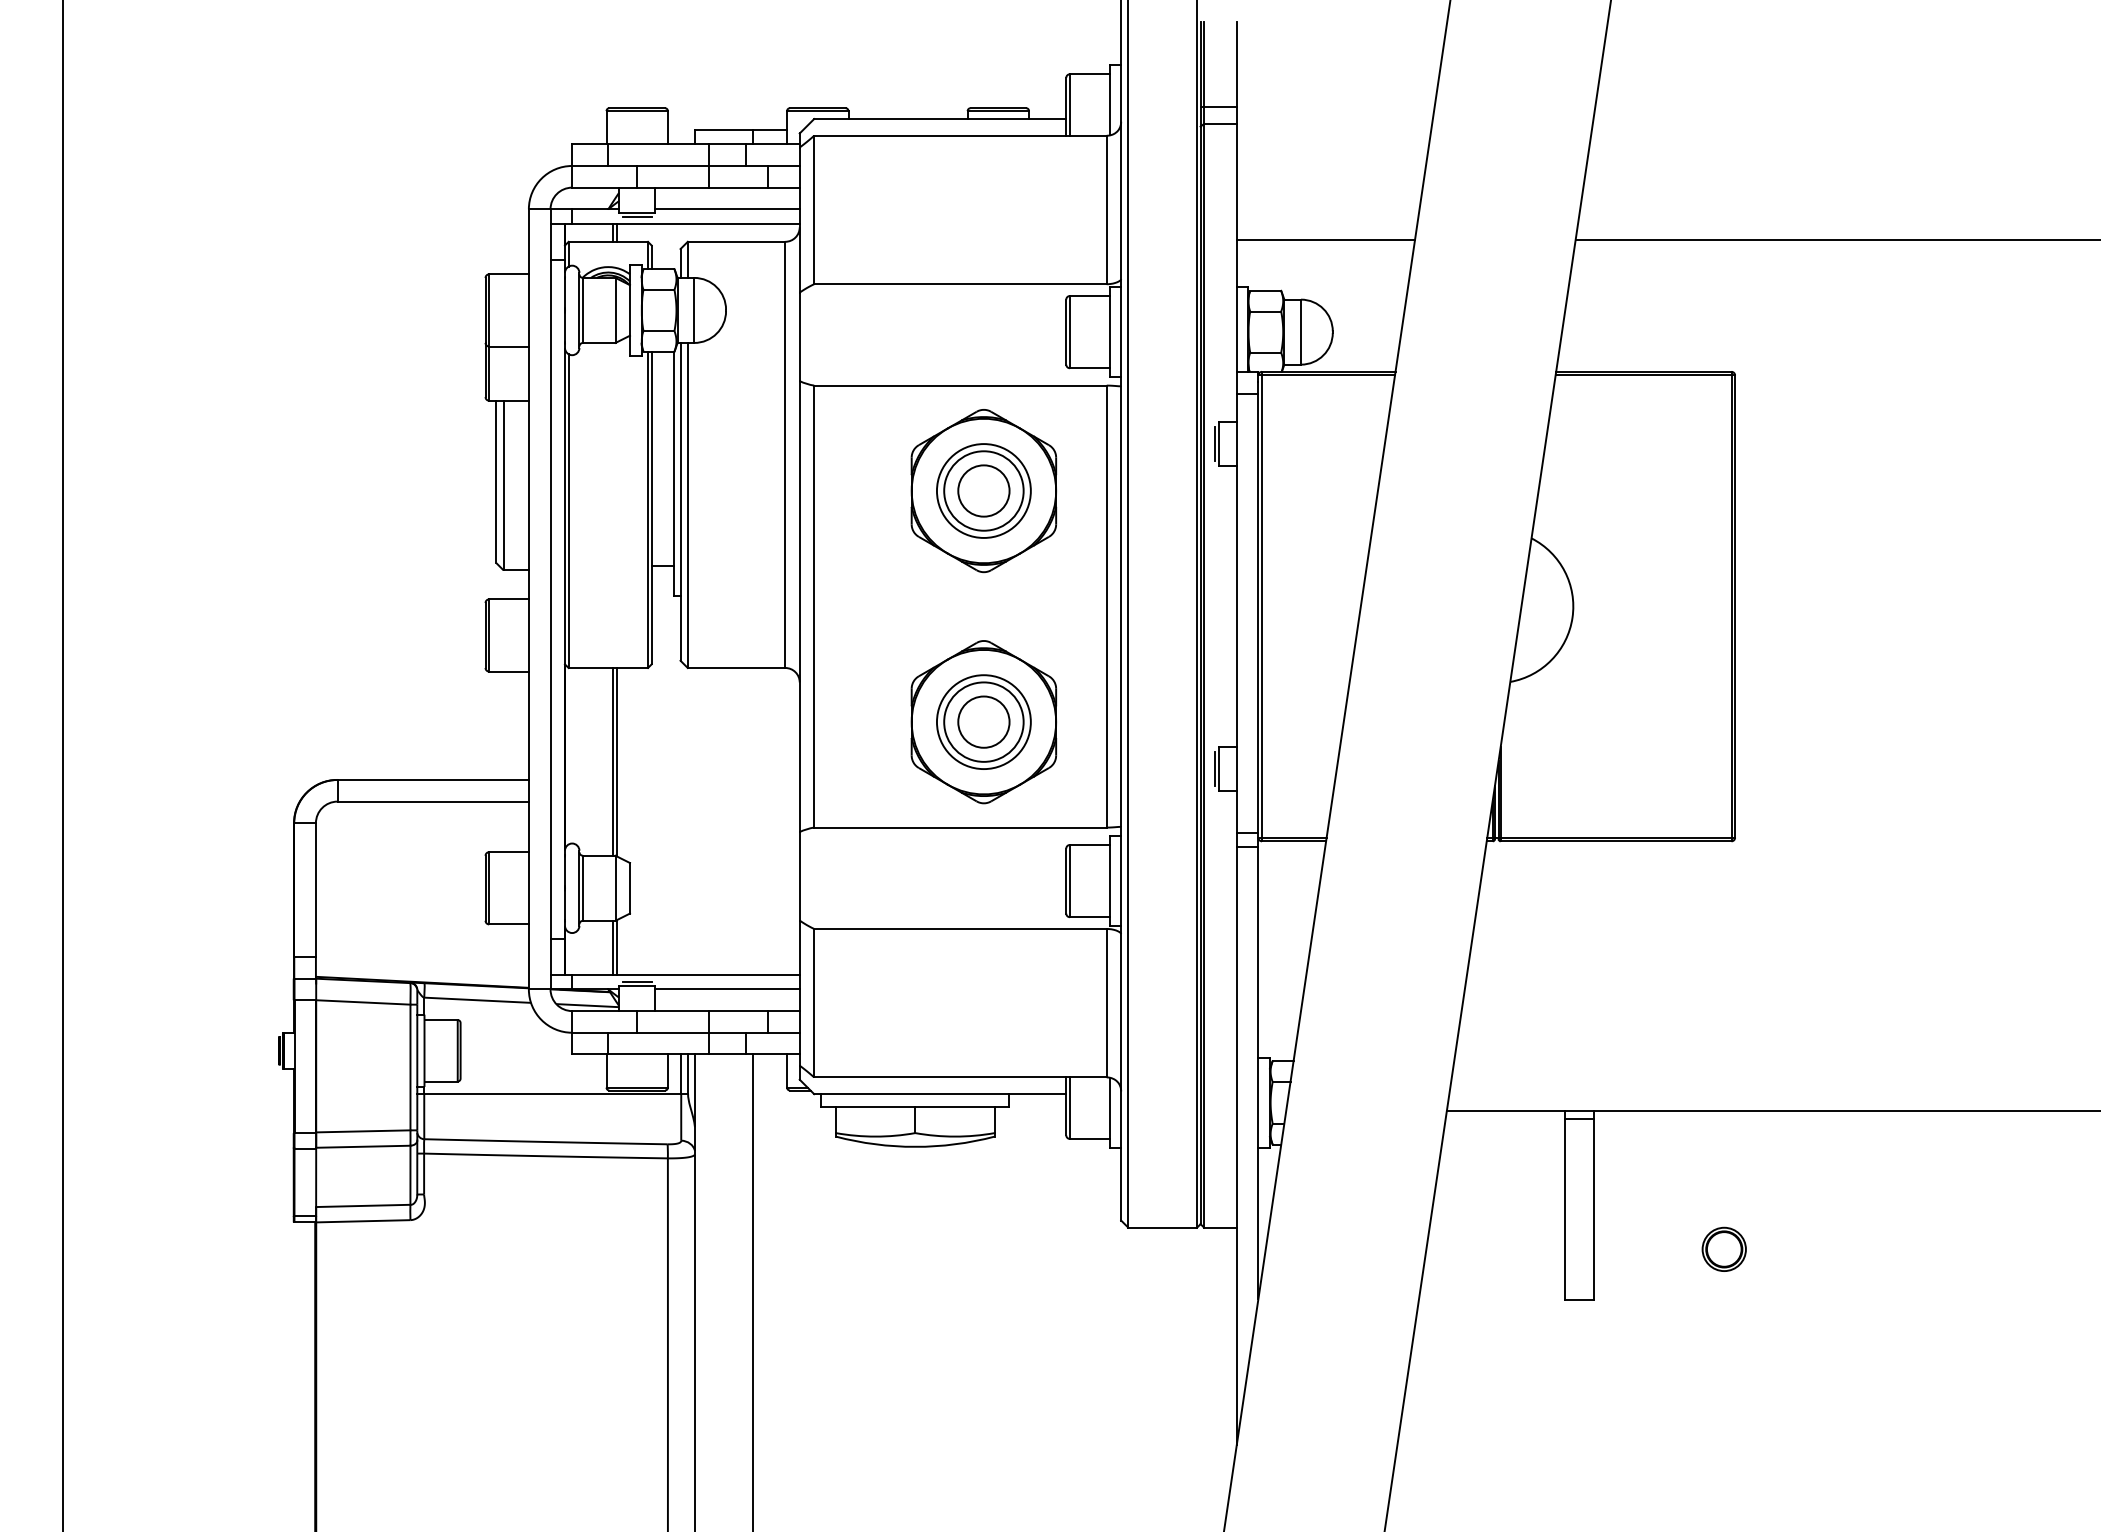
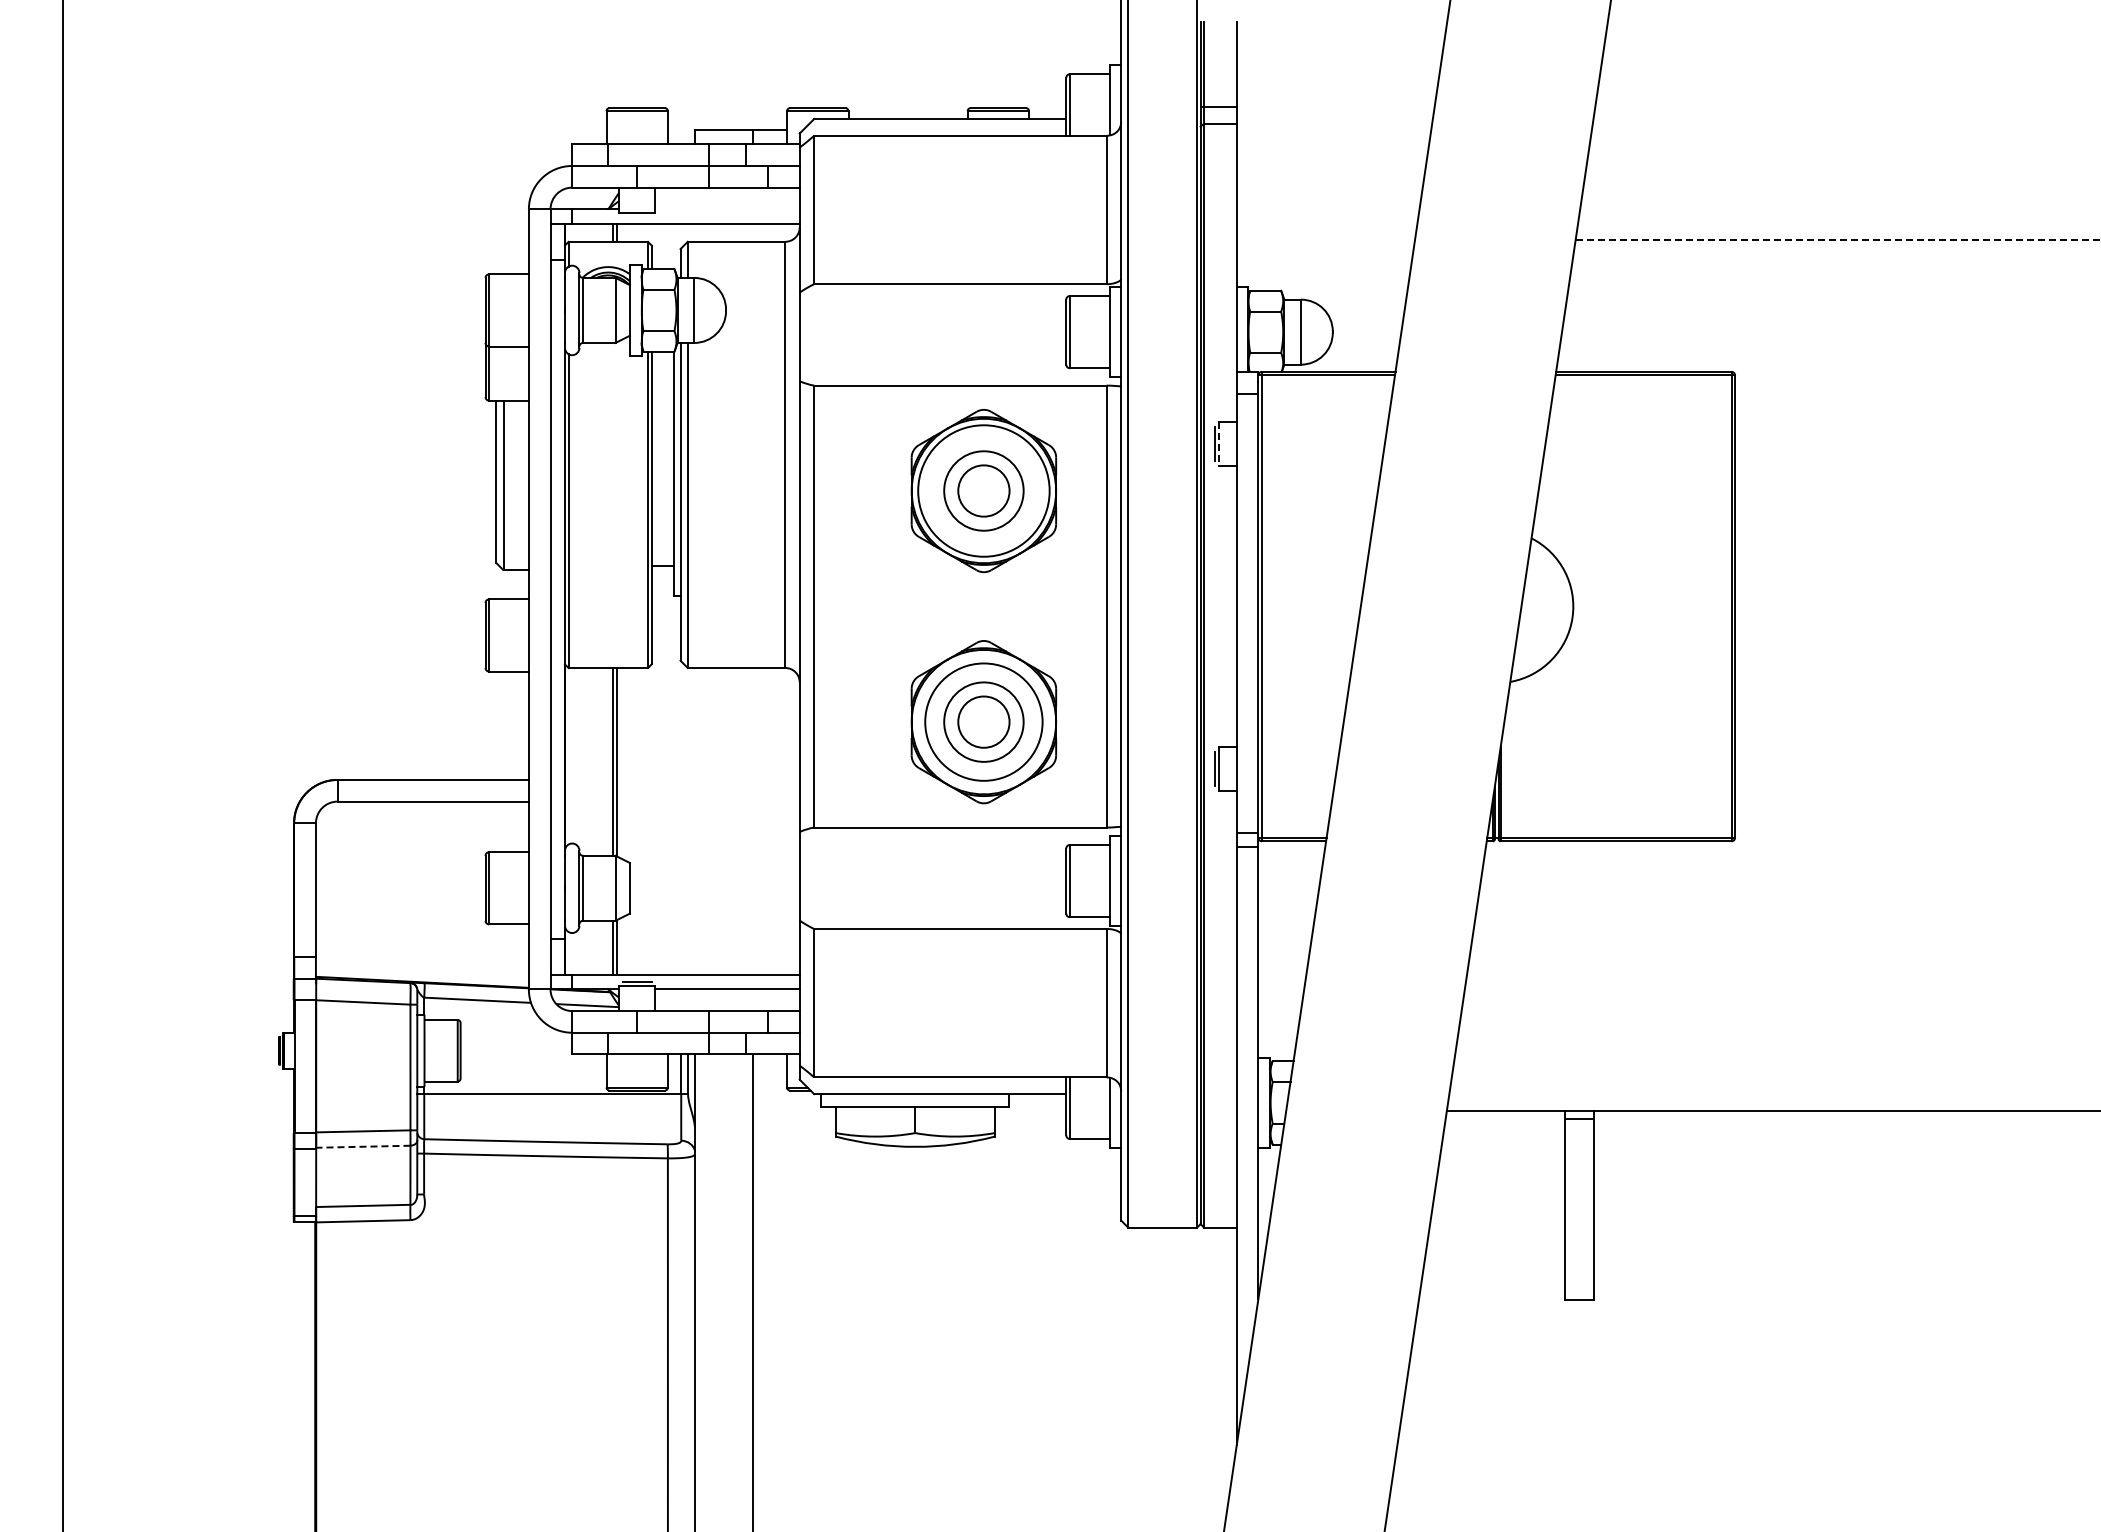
line at (727, 209): present -> none
line at (636, 216): present -> none
line at (1325, 240): present -> none
line at (1838, 240): solid -> dashed
line at (1219, 444): solid -> dashed
circle at (983, 490) diameter: 94 px -> 131 px
circle at (983, 722) diameter: 94 px -> 117 px
line at (362, 1146): solid -> dashed
part at (1723, 1248): present -> none
